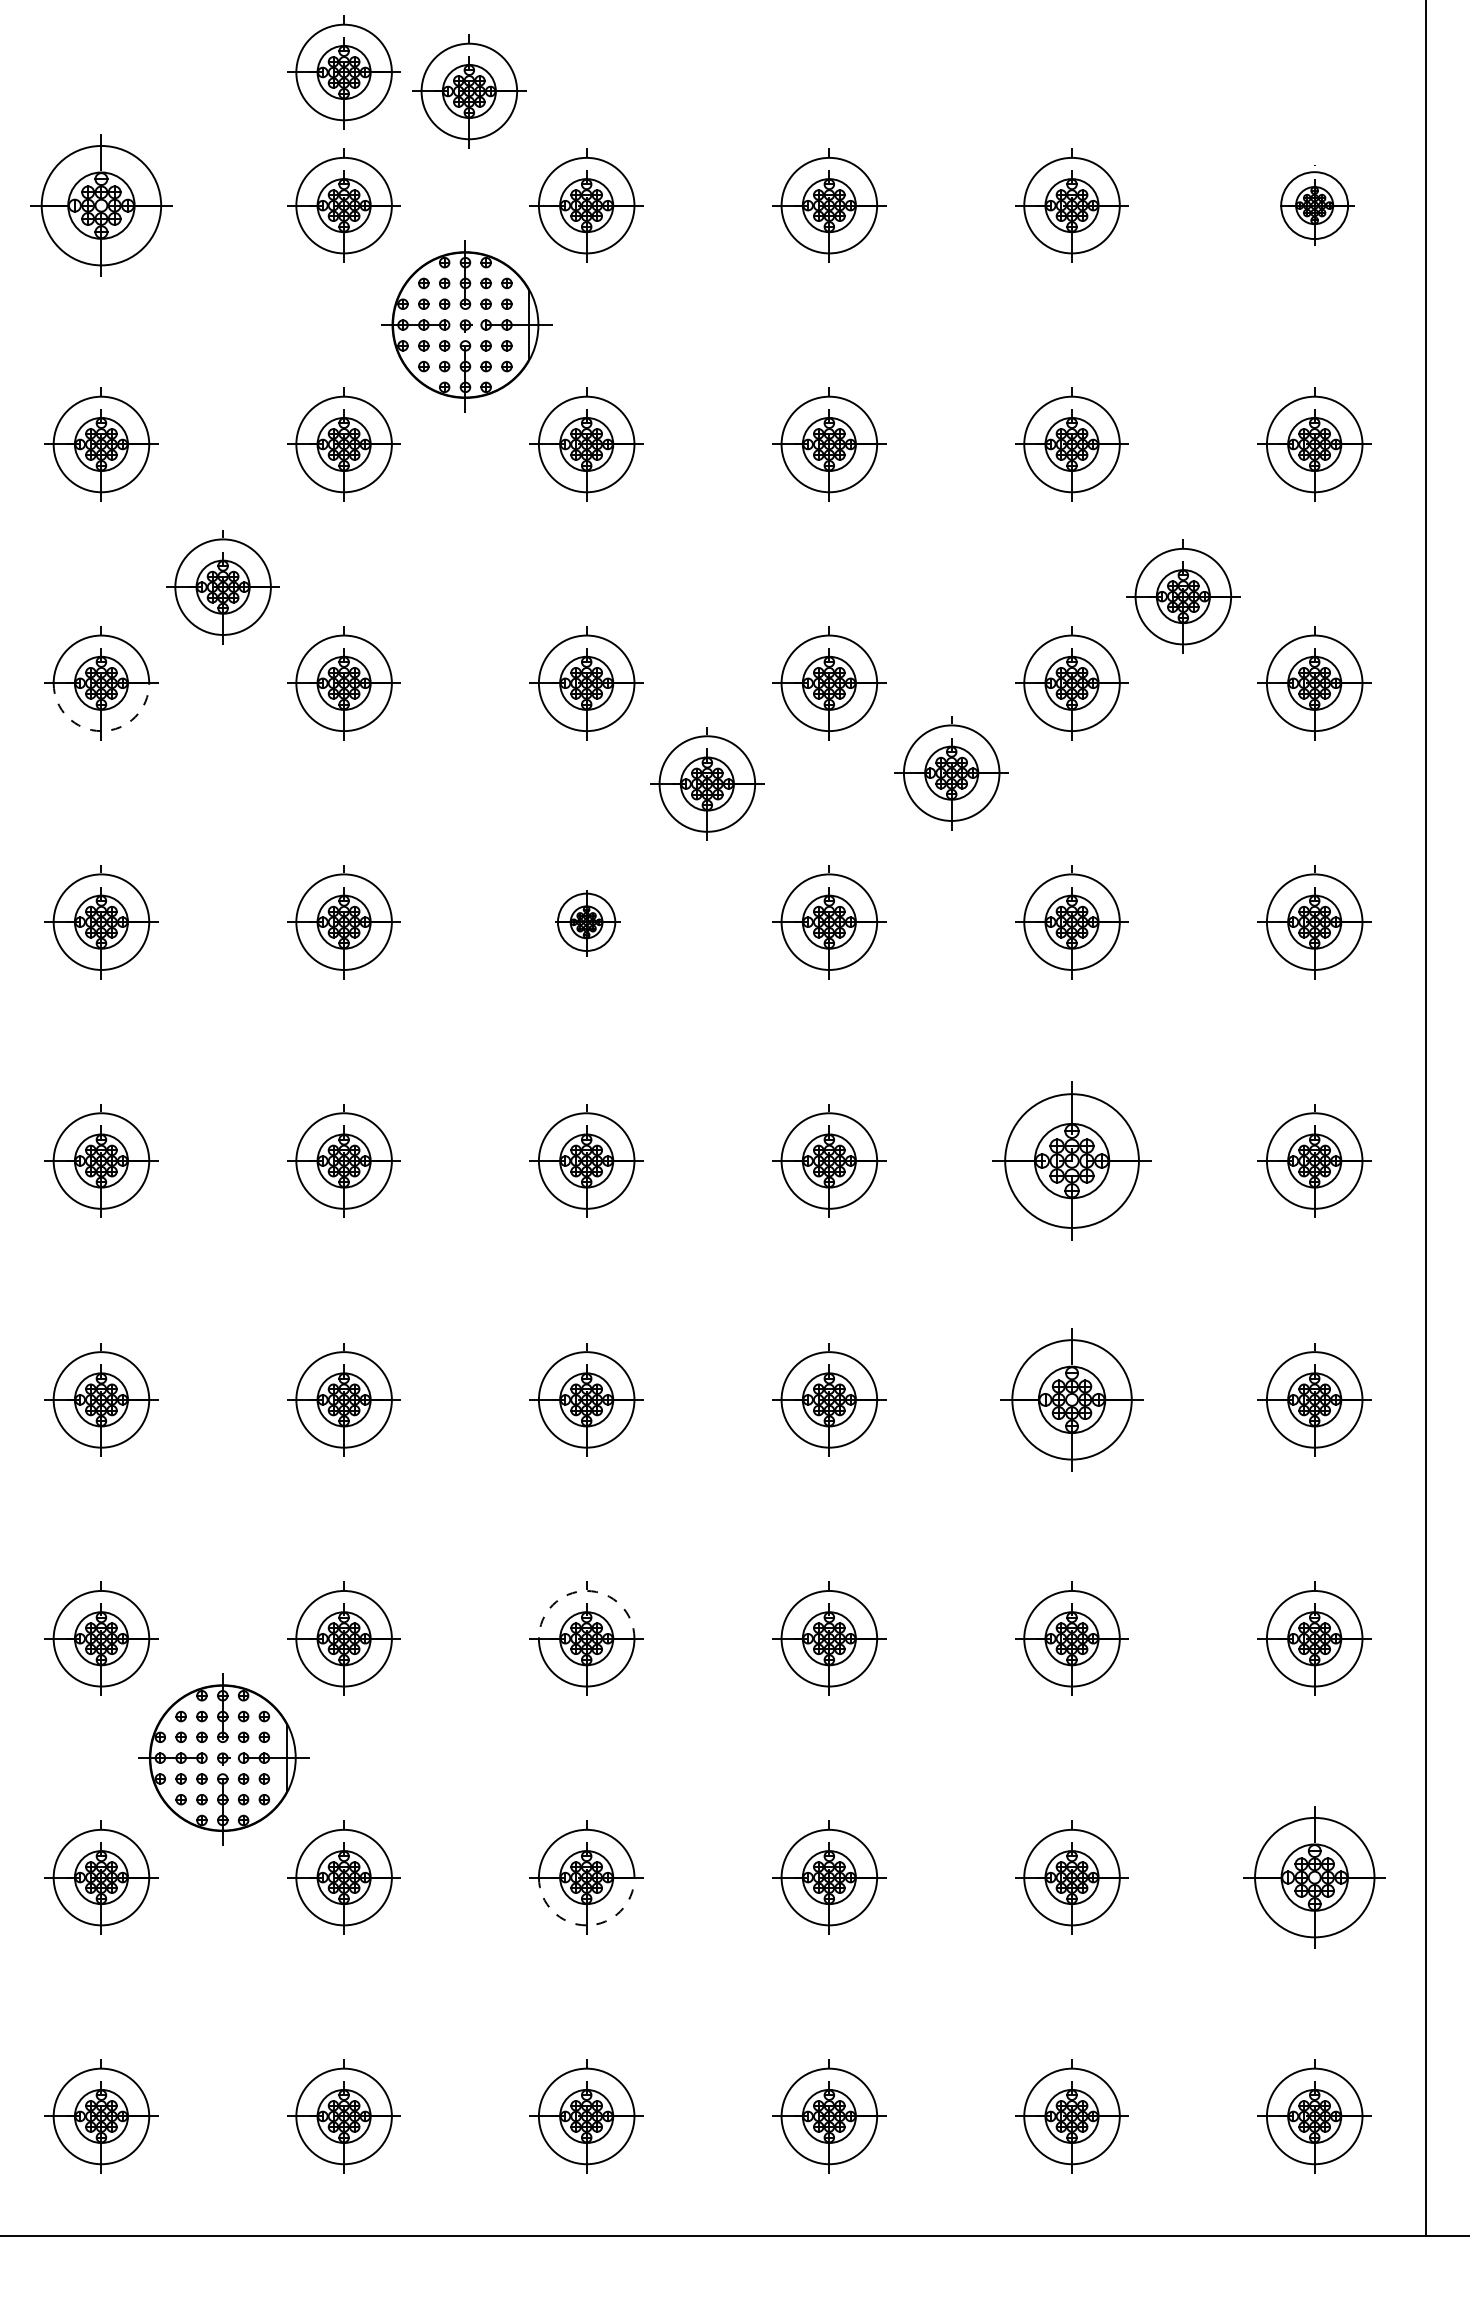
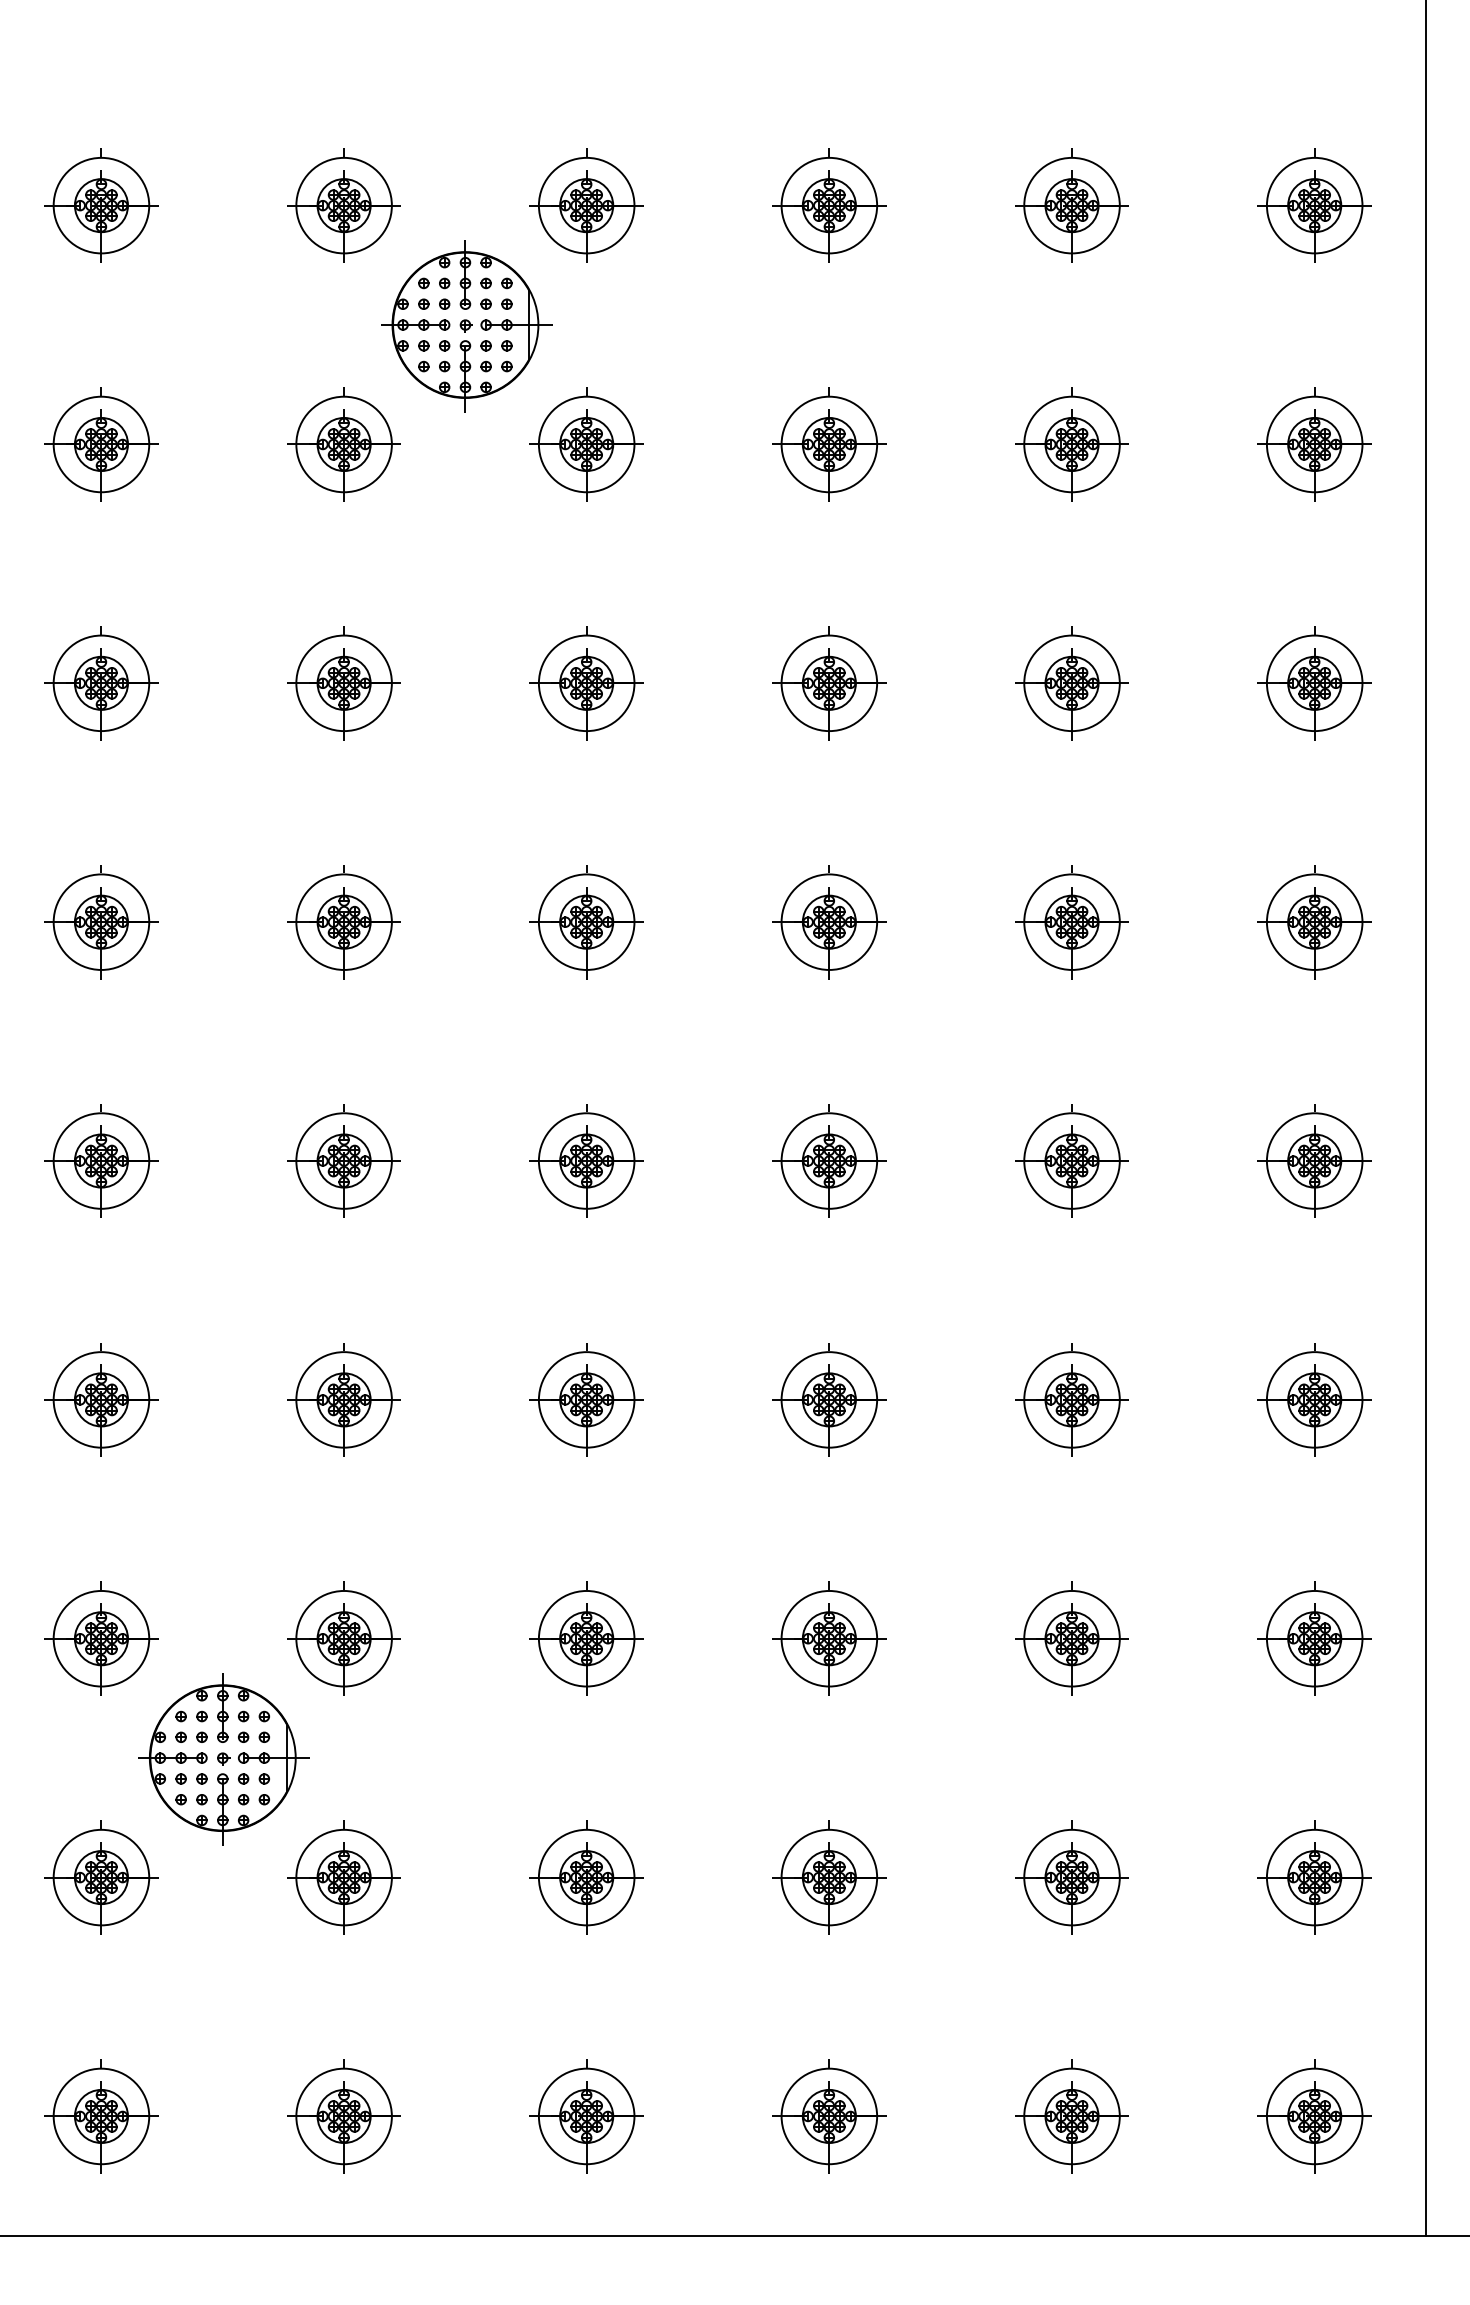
part at (343, 72): present -> none
part at (469, 91): present -> none
part at (101, 205) size: 143x143 px -> 115x115 px
part at (1317, 205) size: 75x81 px -> 115x115 px
part at (222, 587): present -> none
part at (1183, 596): present -> none
arc at (101, 731): dashed -> solid
part at (951, 773): present -> none
part at (707, 783): present -> none
part at (587, 923) size: 66x67 px -> 115x115 px
part at (1071, 1160) size: 160x160 px -> 114x114 px
part at (1071, 1399) size: 144x144 px -> 114x114 px
arc at (586, 1590): dashed -> solid
part at (1314, 1877) size: 143x143 px -> 115x115 px
arc at (586, 1925): dashed -> solid
